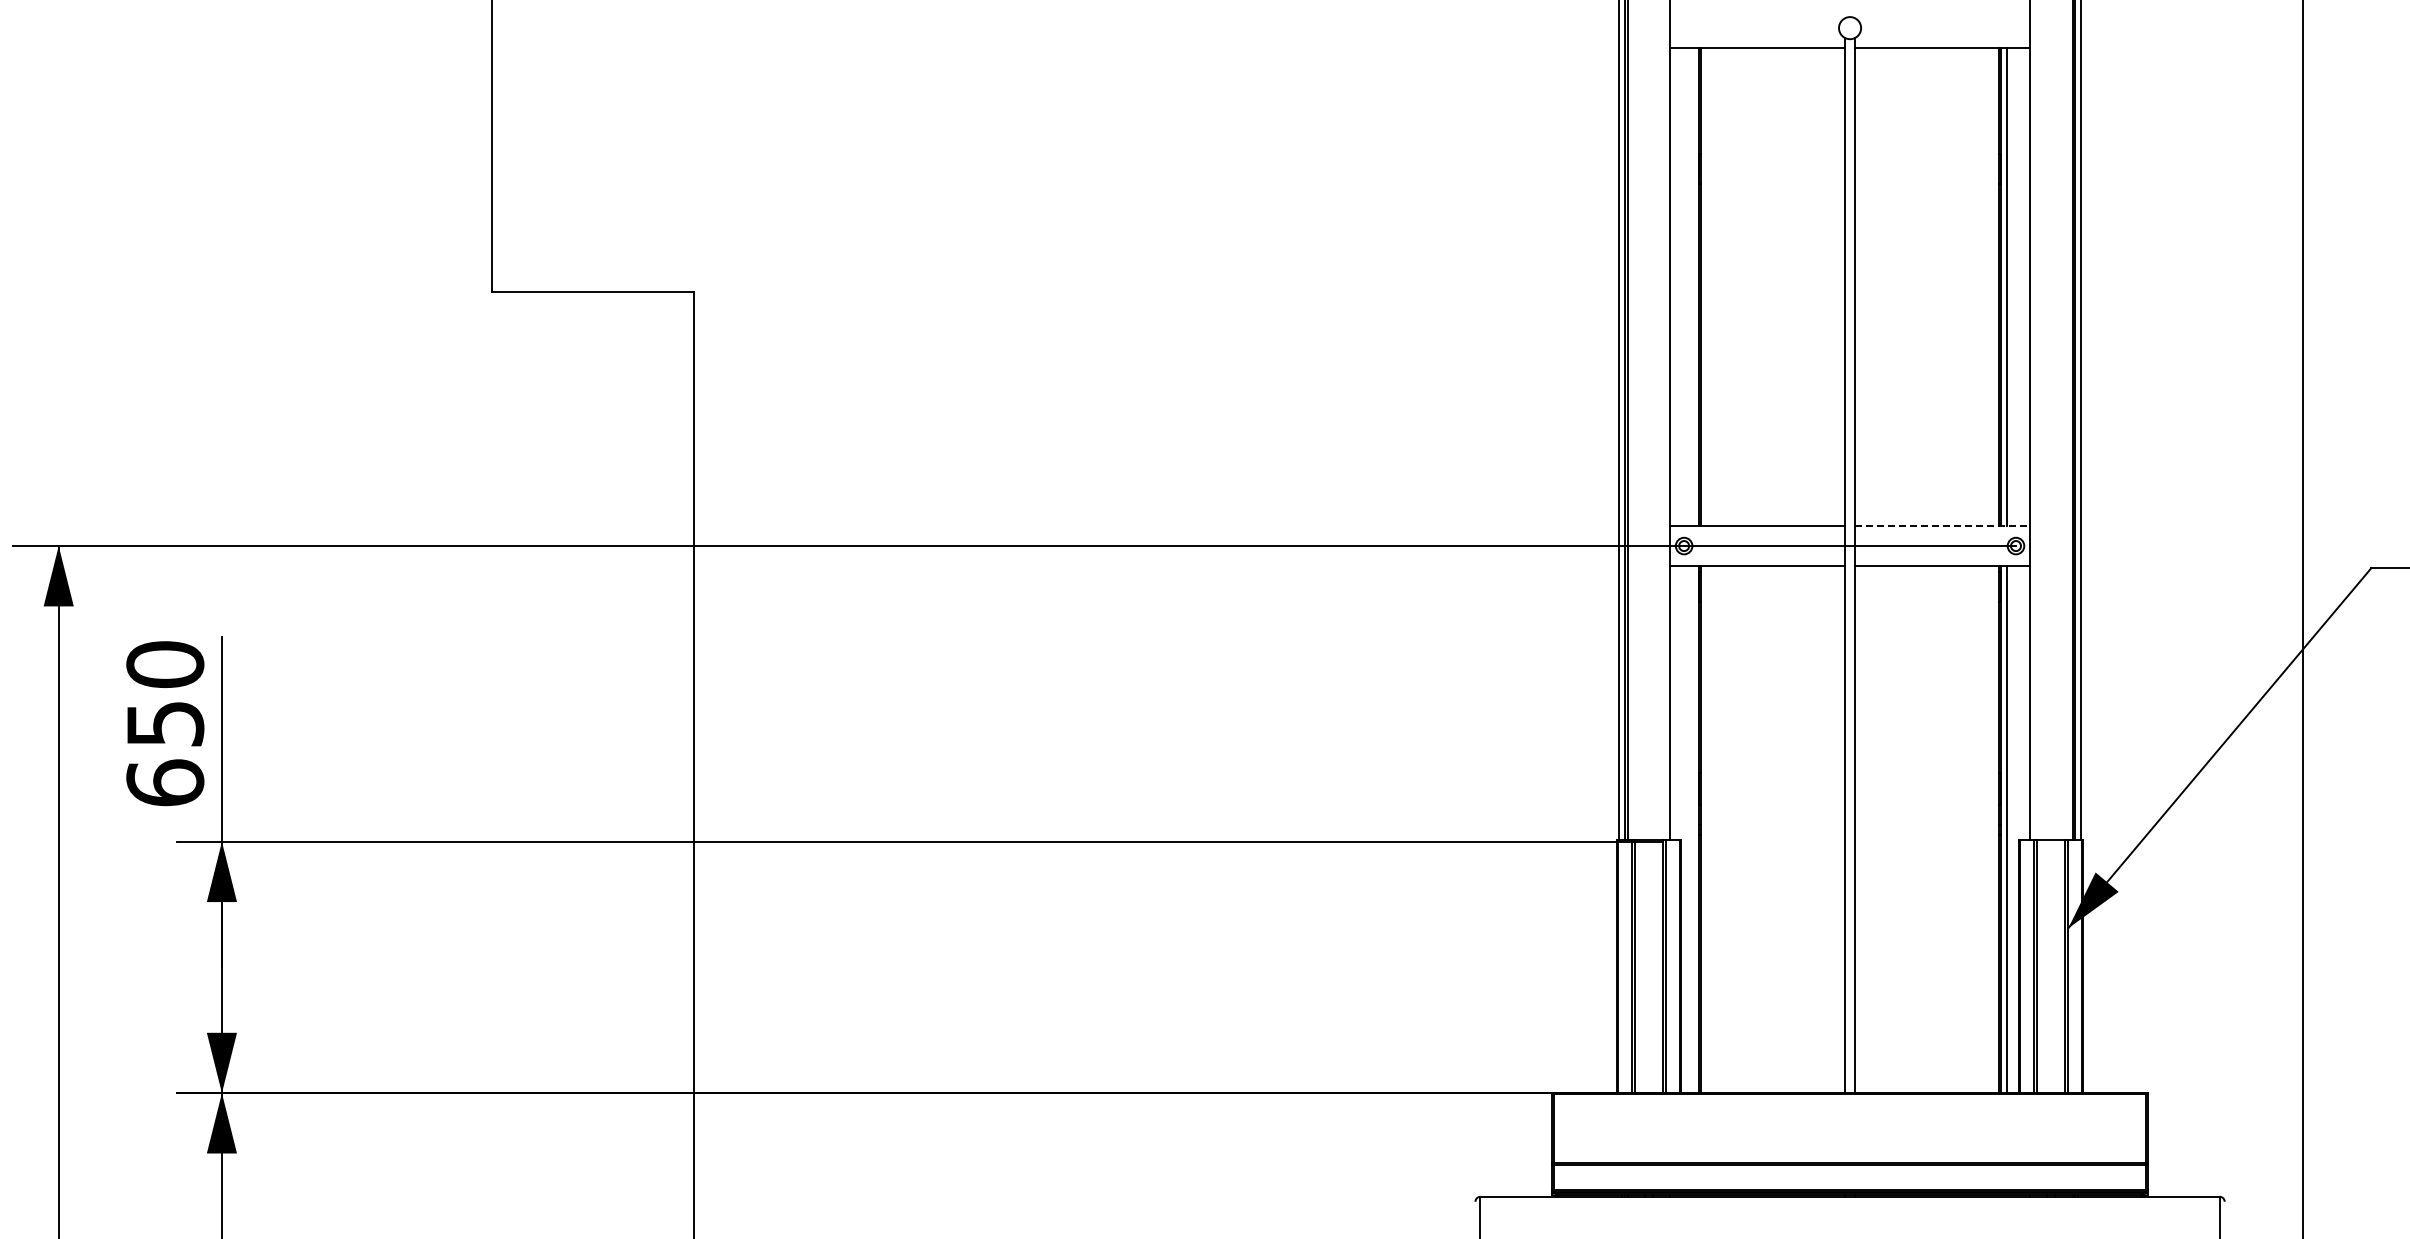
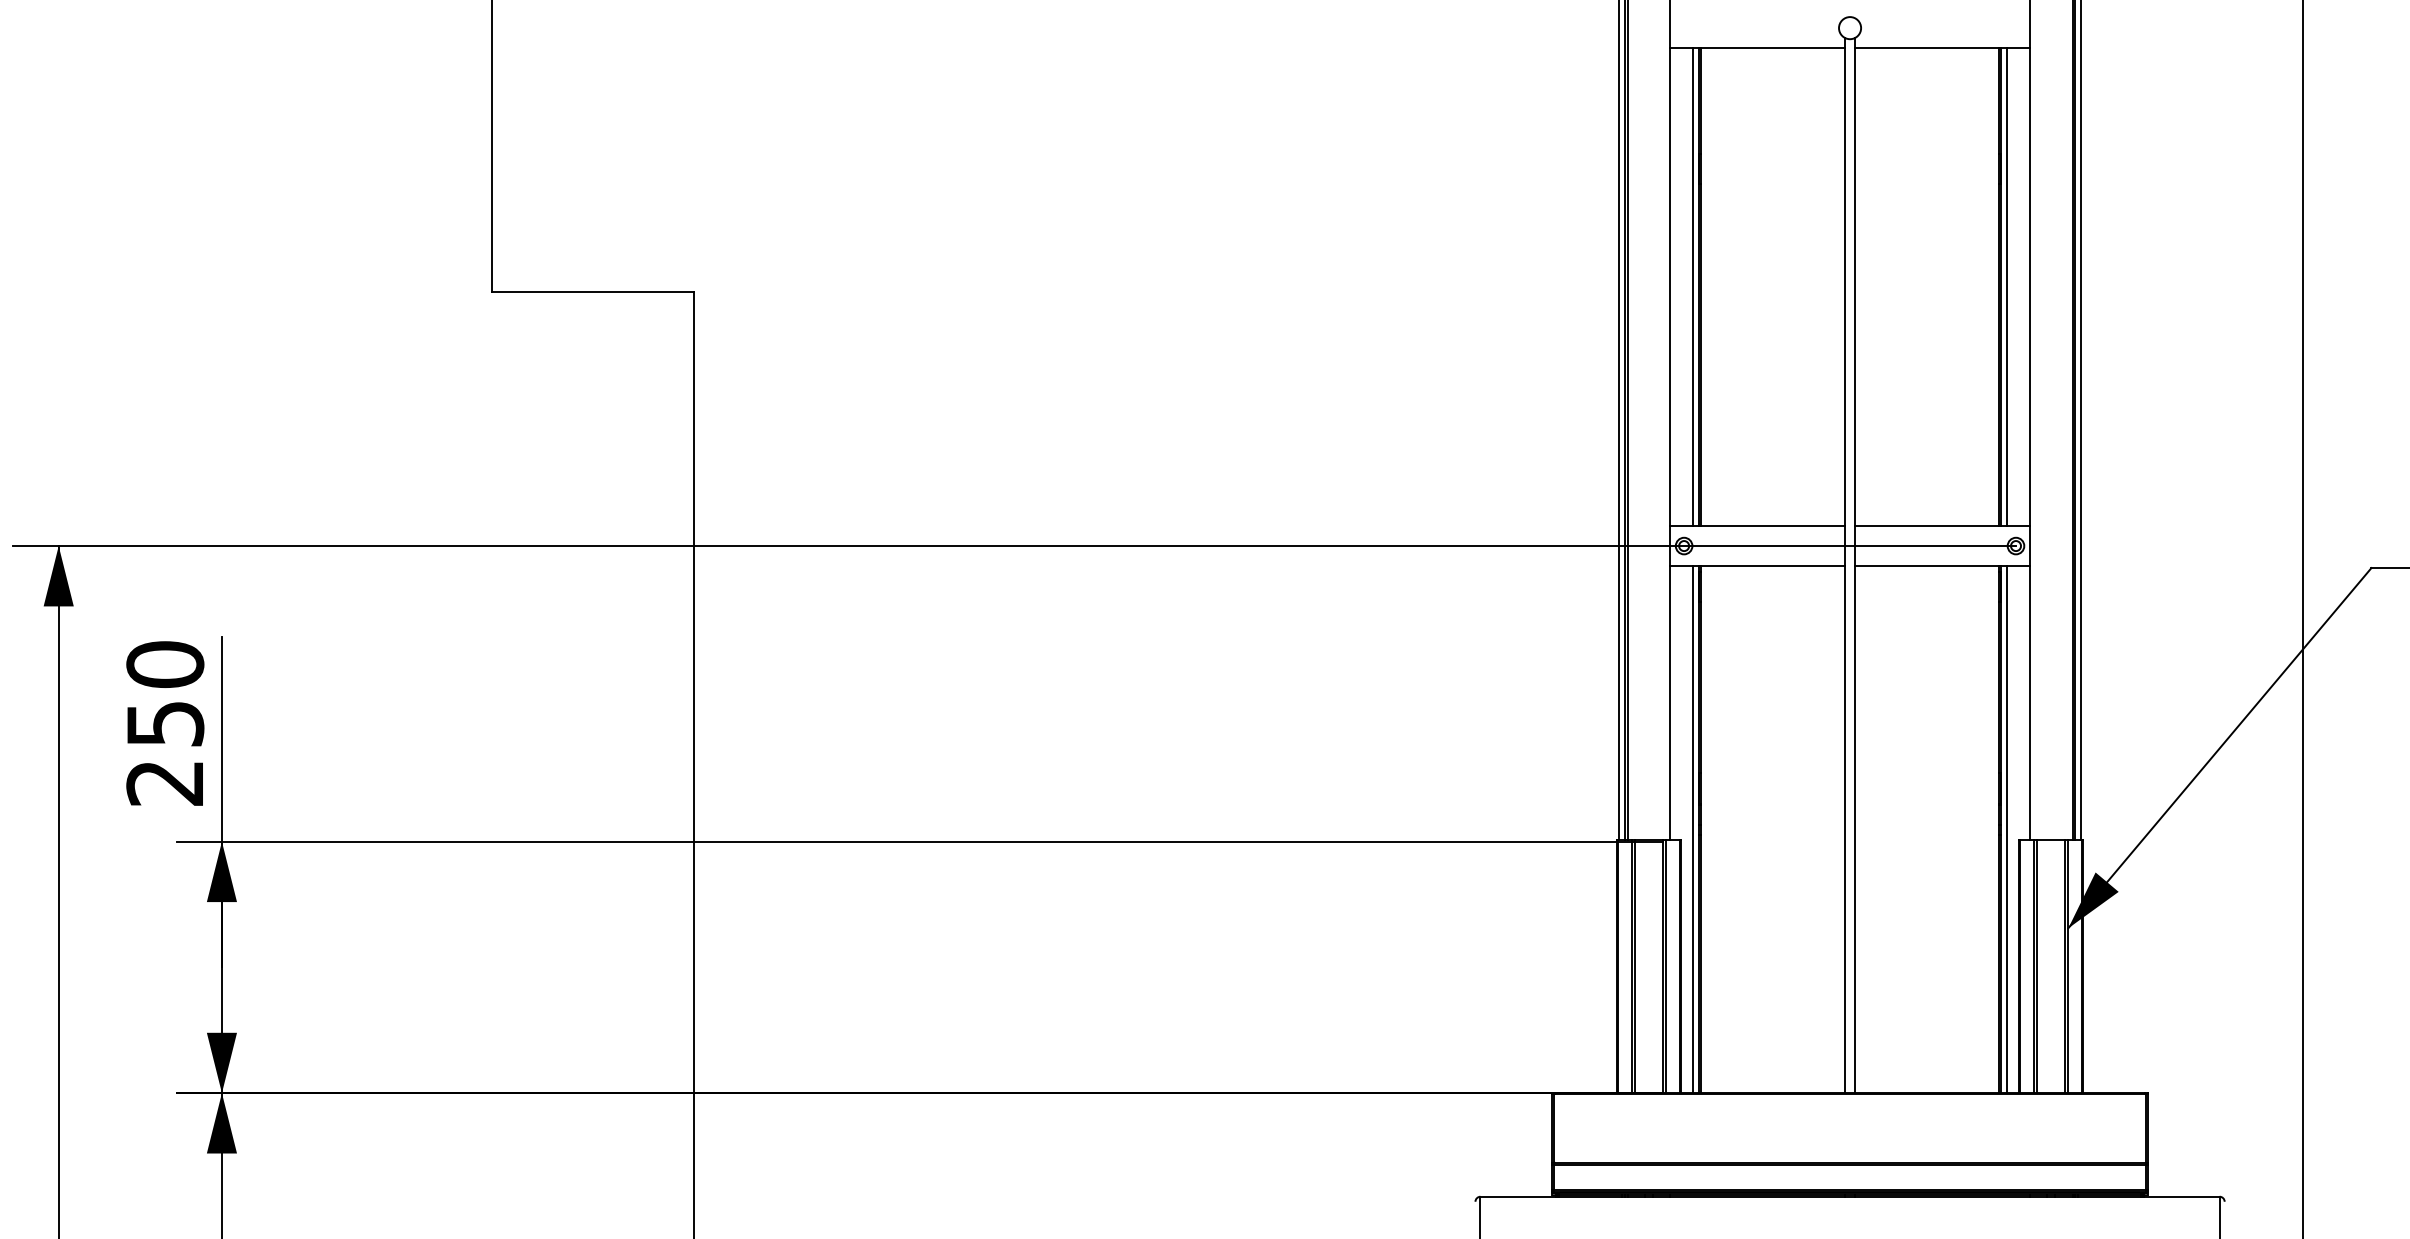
line at (1693, 286): none -> present
line at (1942, 525): dashed -> solid
text at (165, 782): 650 -> 250
line at (1693, 829): none -> present
